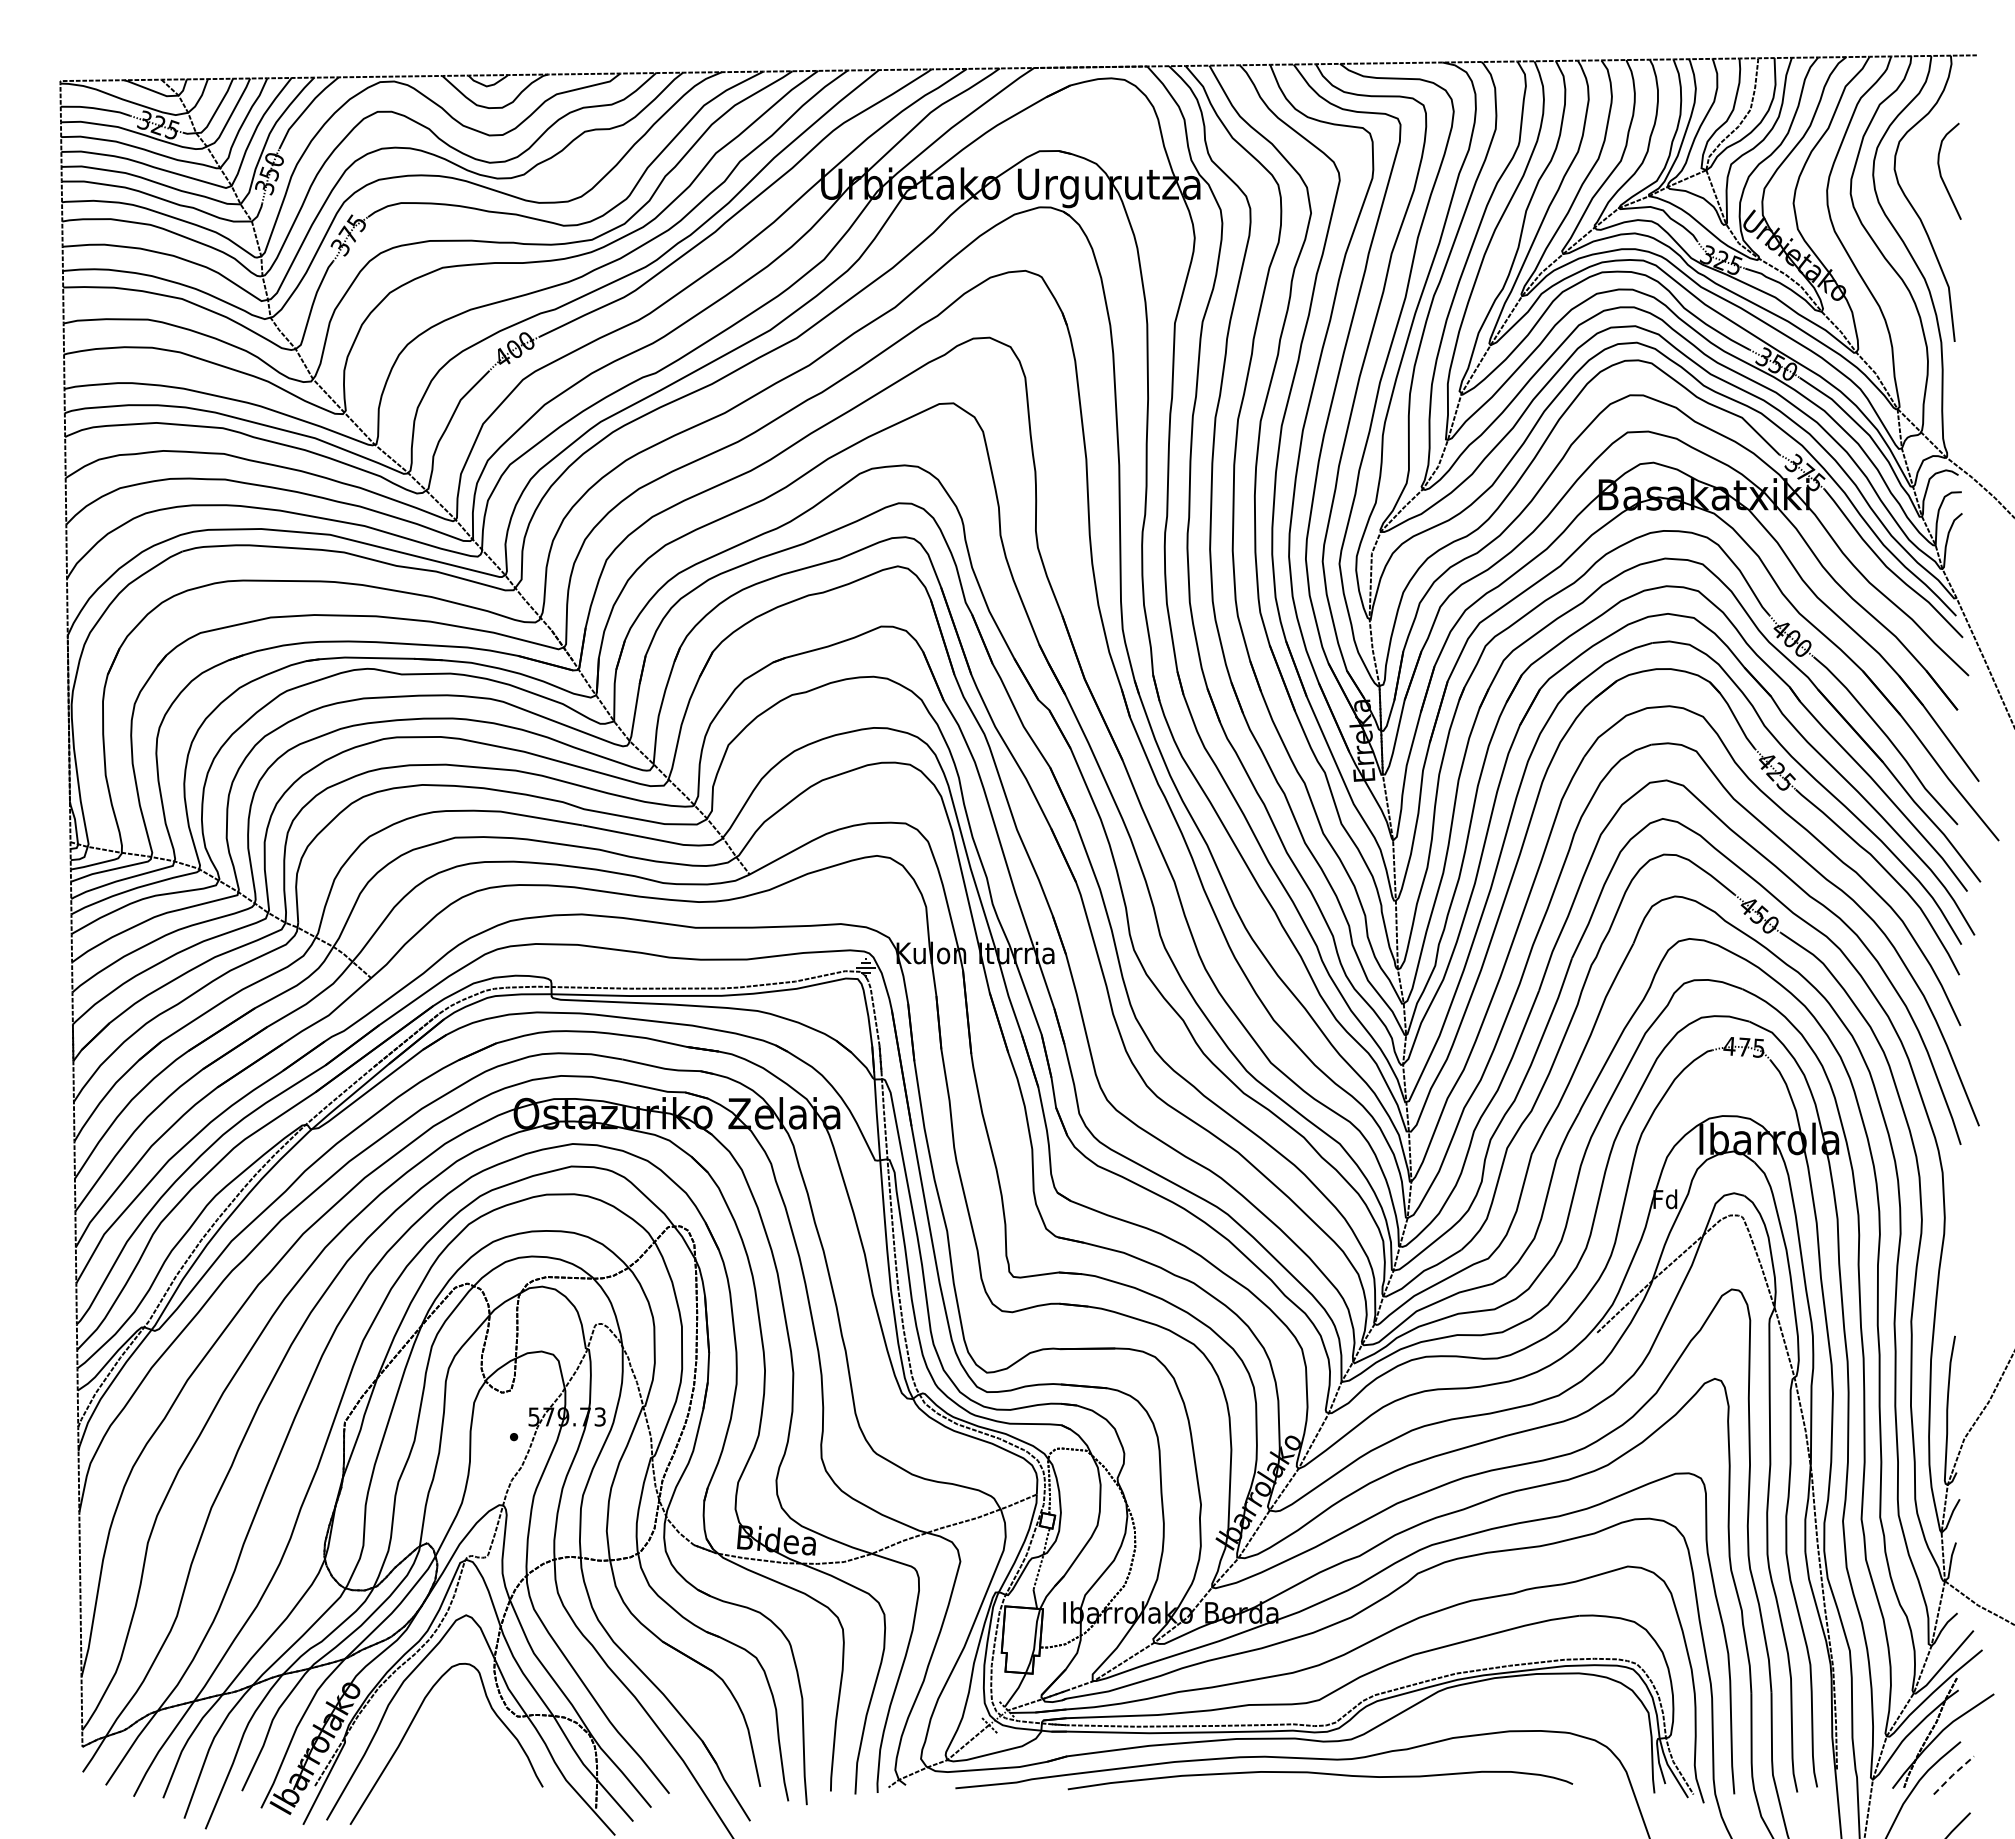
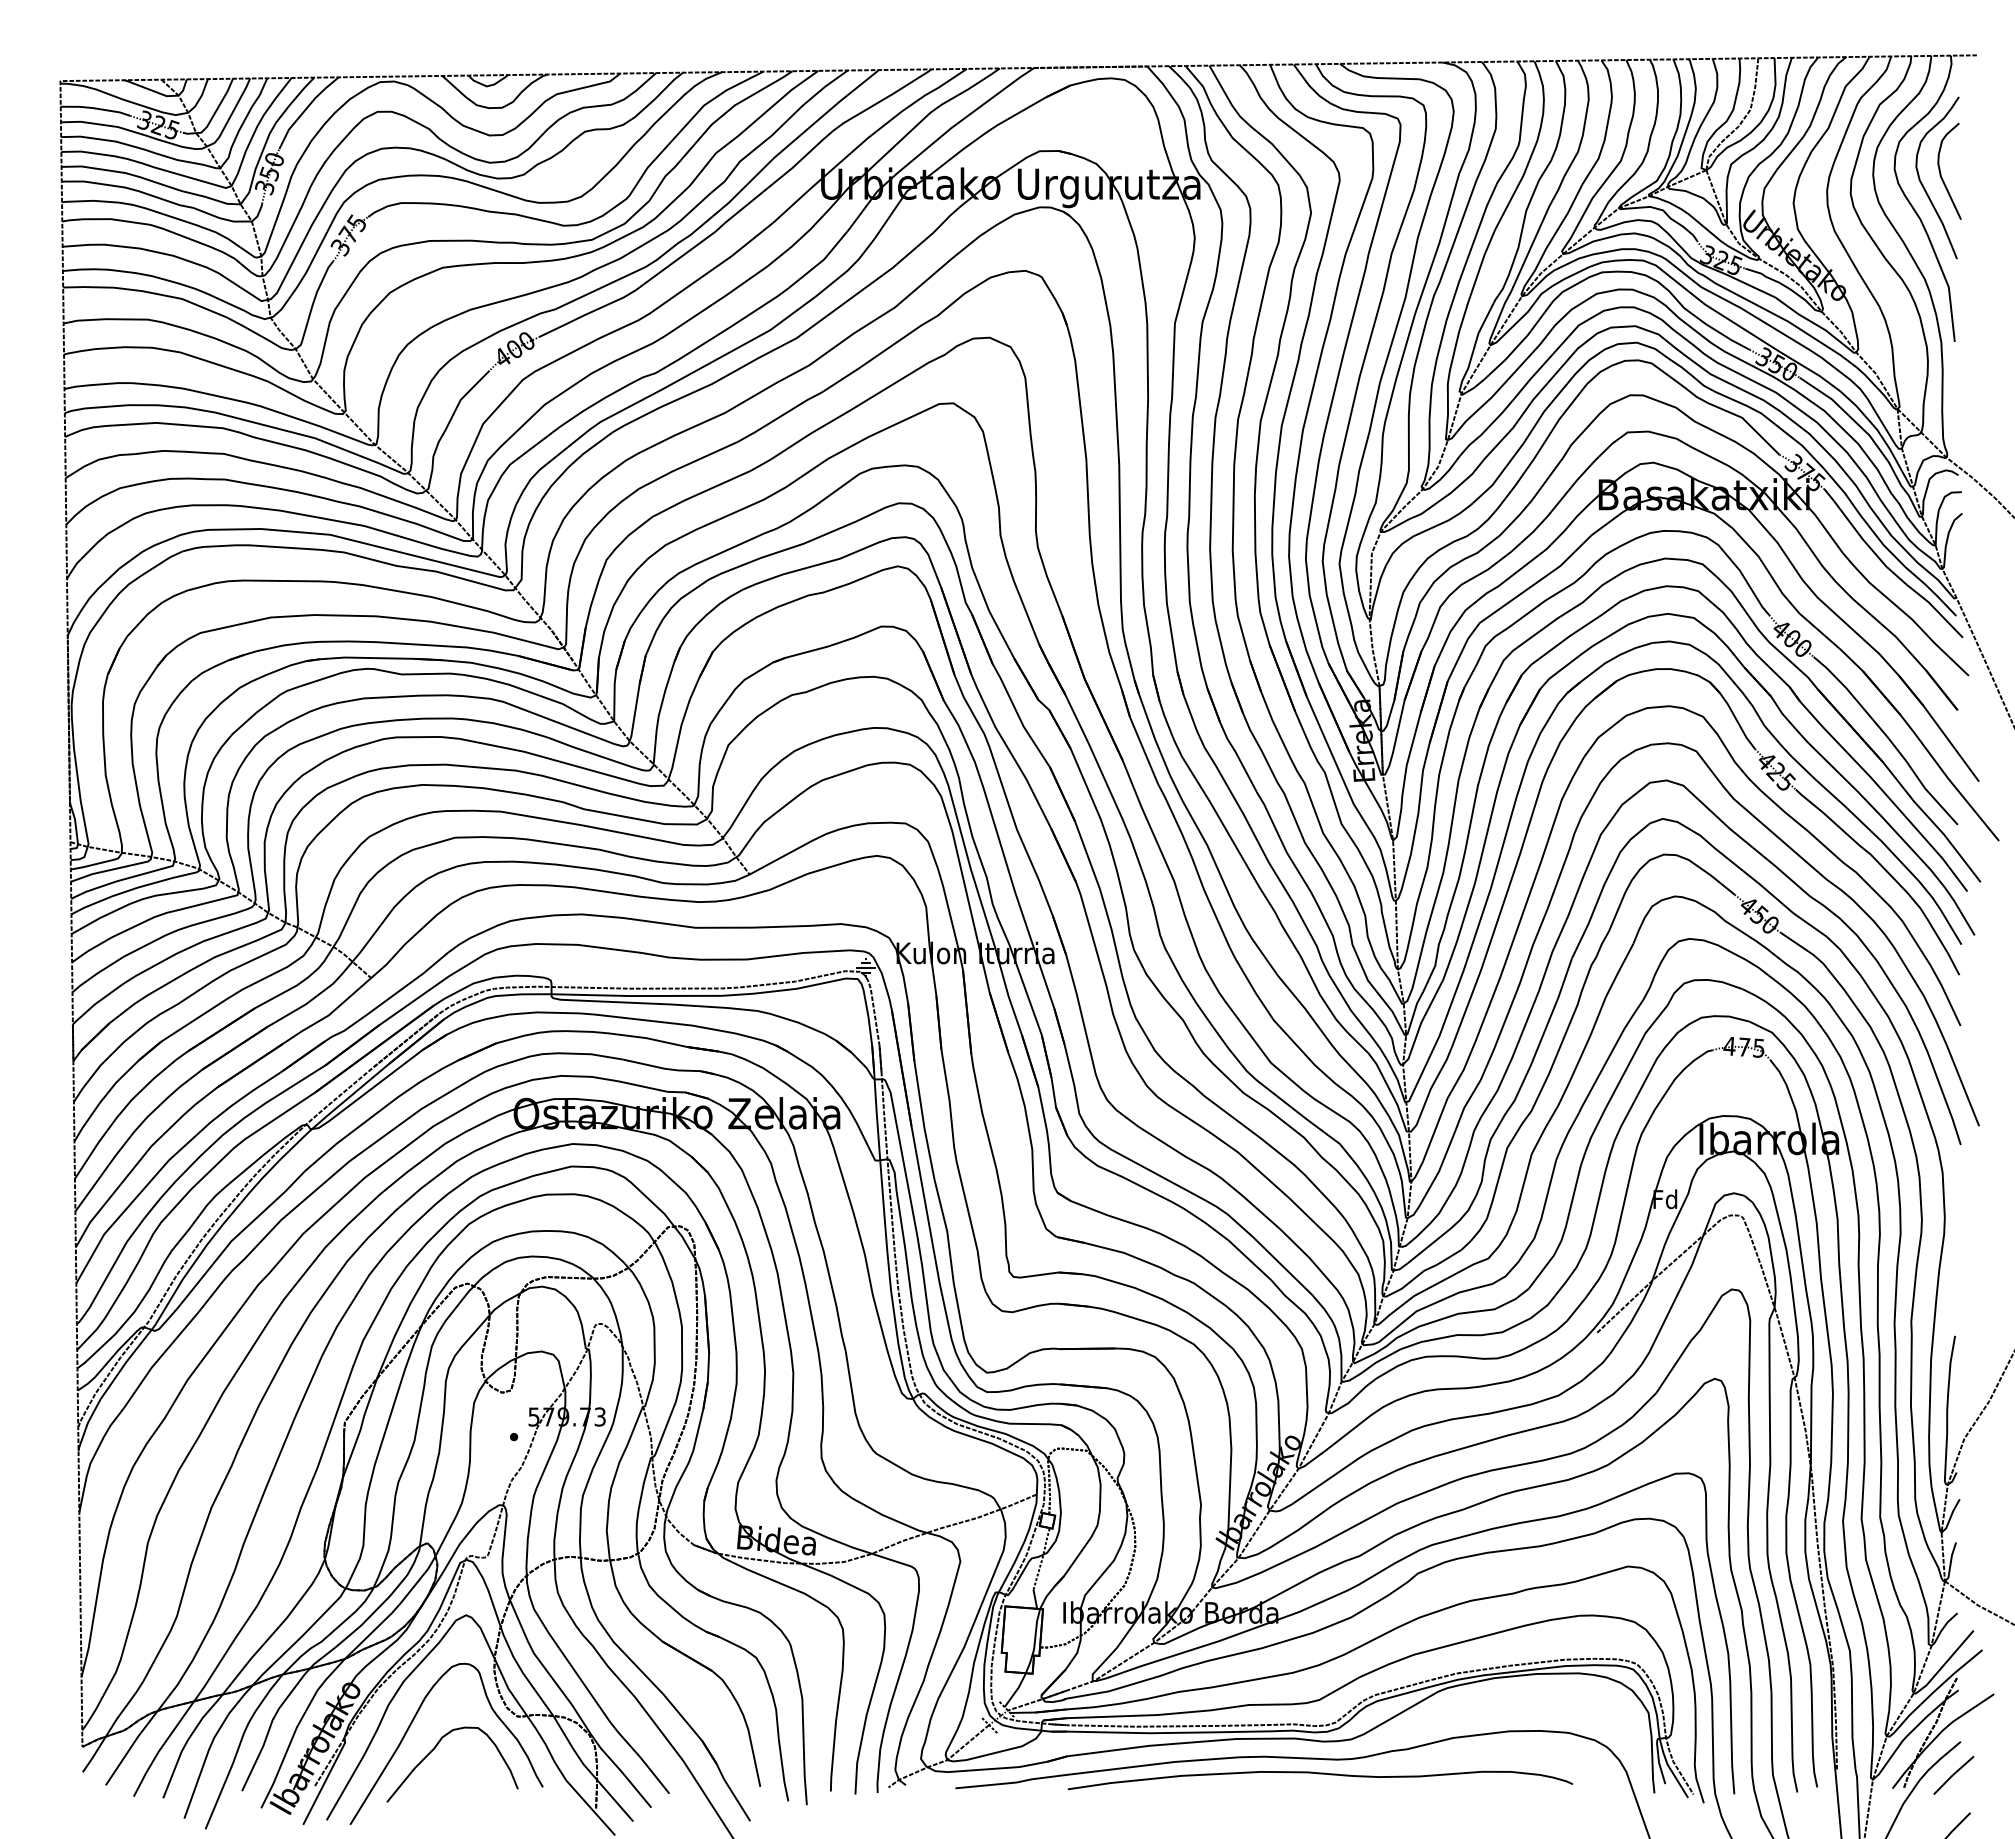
curve at (1923, 184): none -> present
curve at (436, 1747): none -> present
line at (1953, 1774): dashed -> solid
